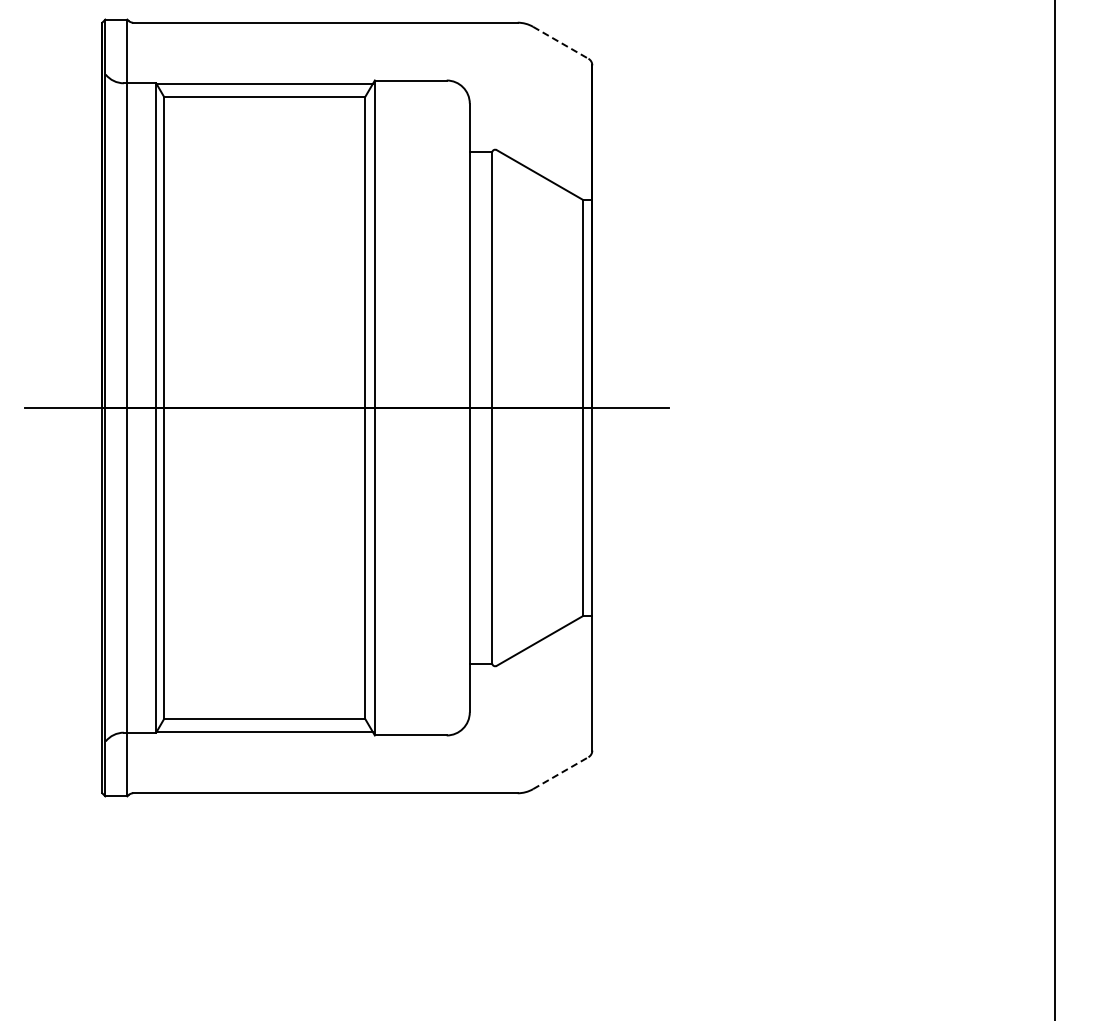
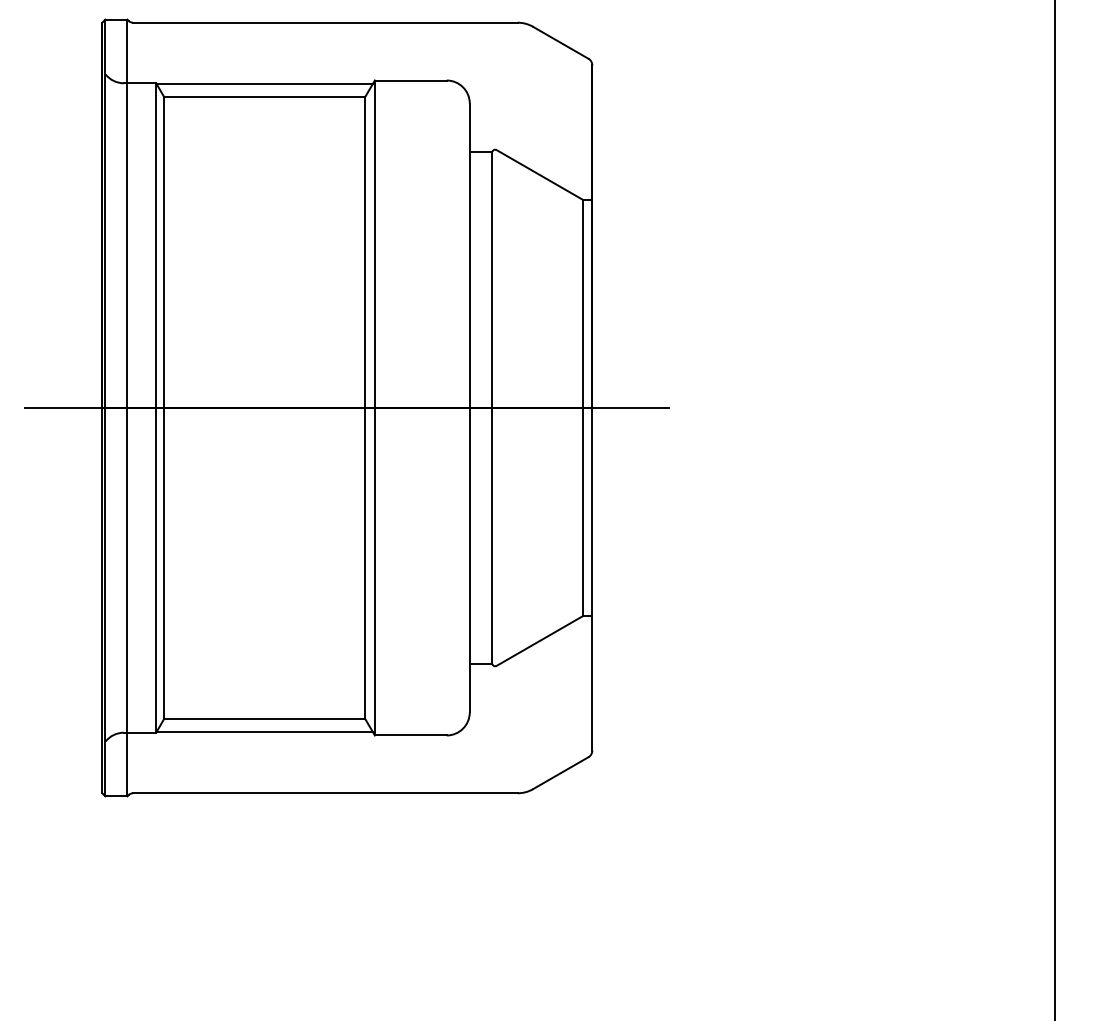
line at (560, 42): dashed -> solid
line at (560, 773): dashed -> solid
